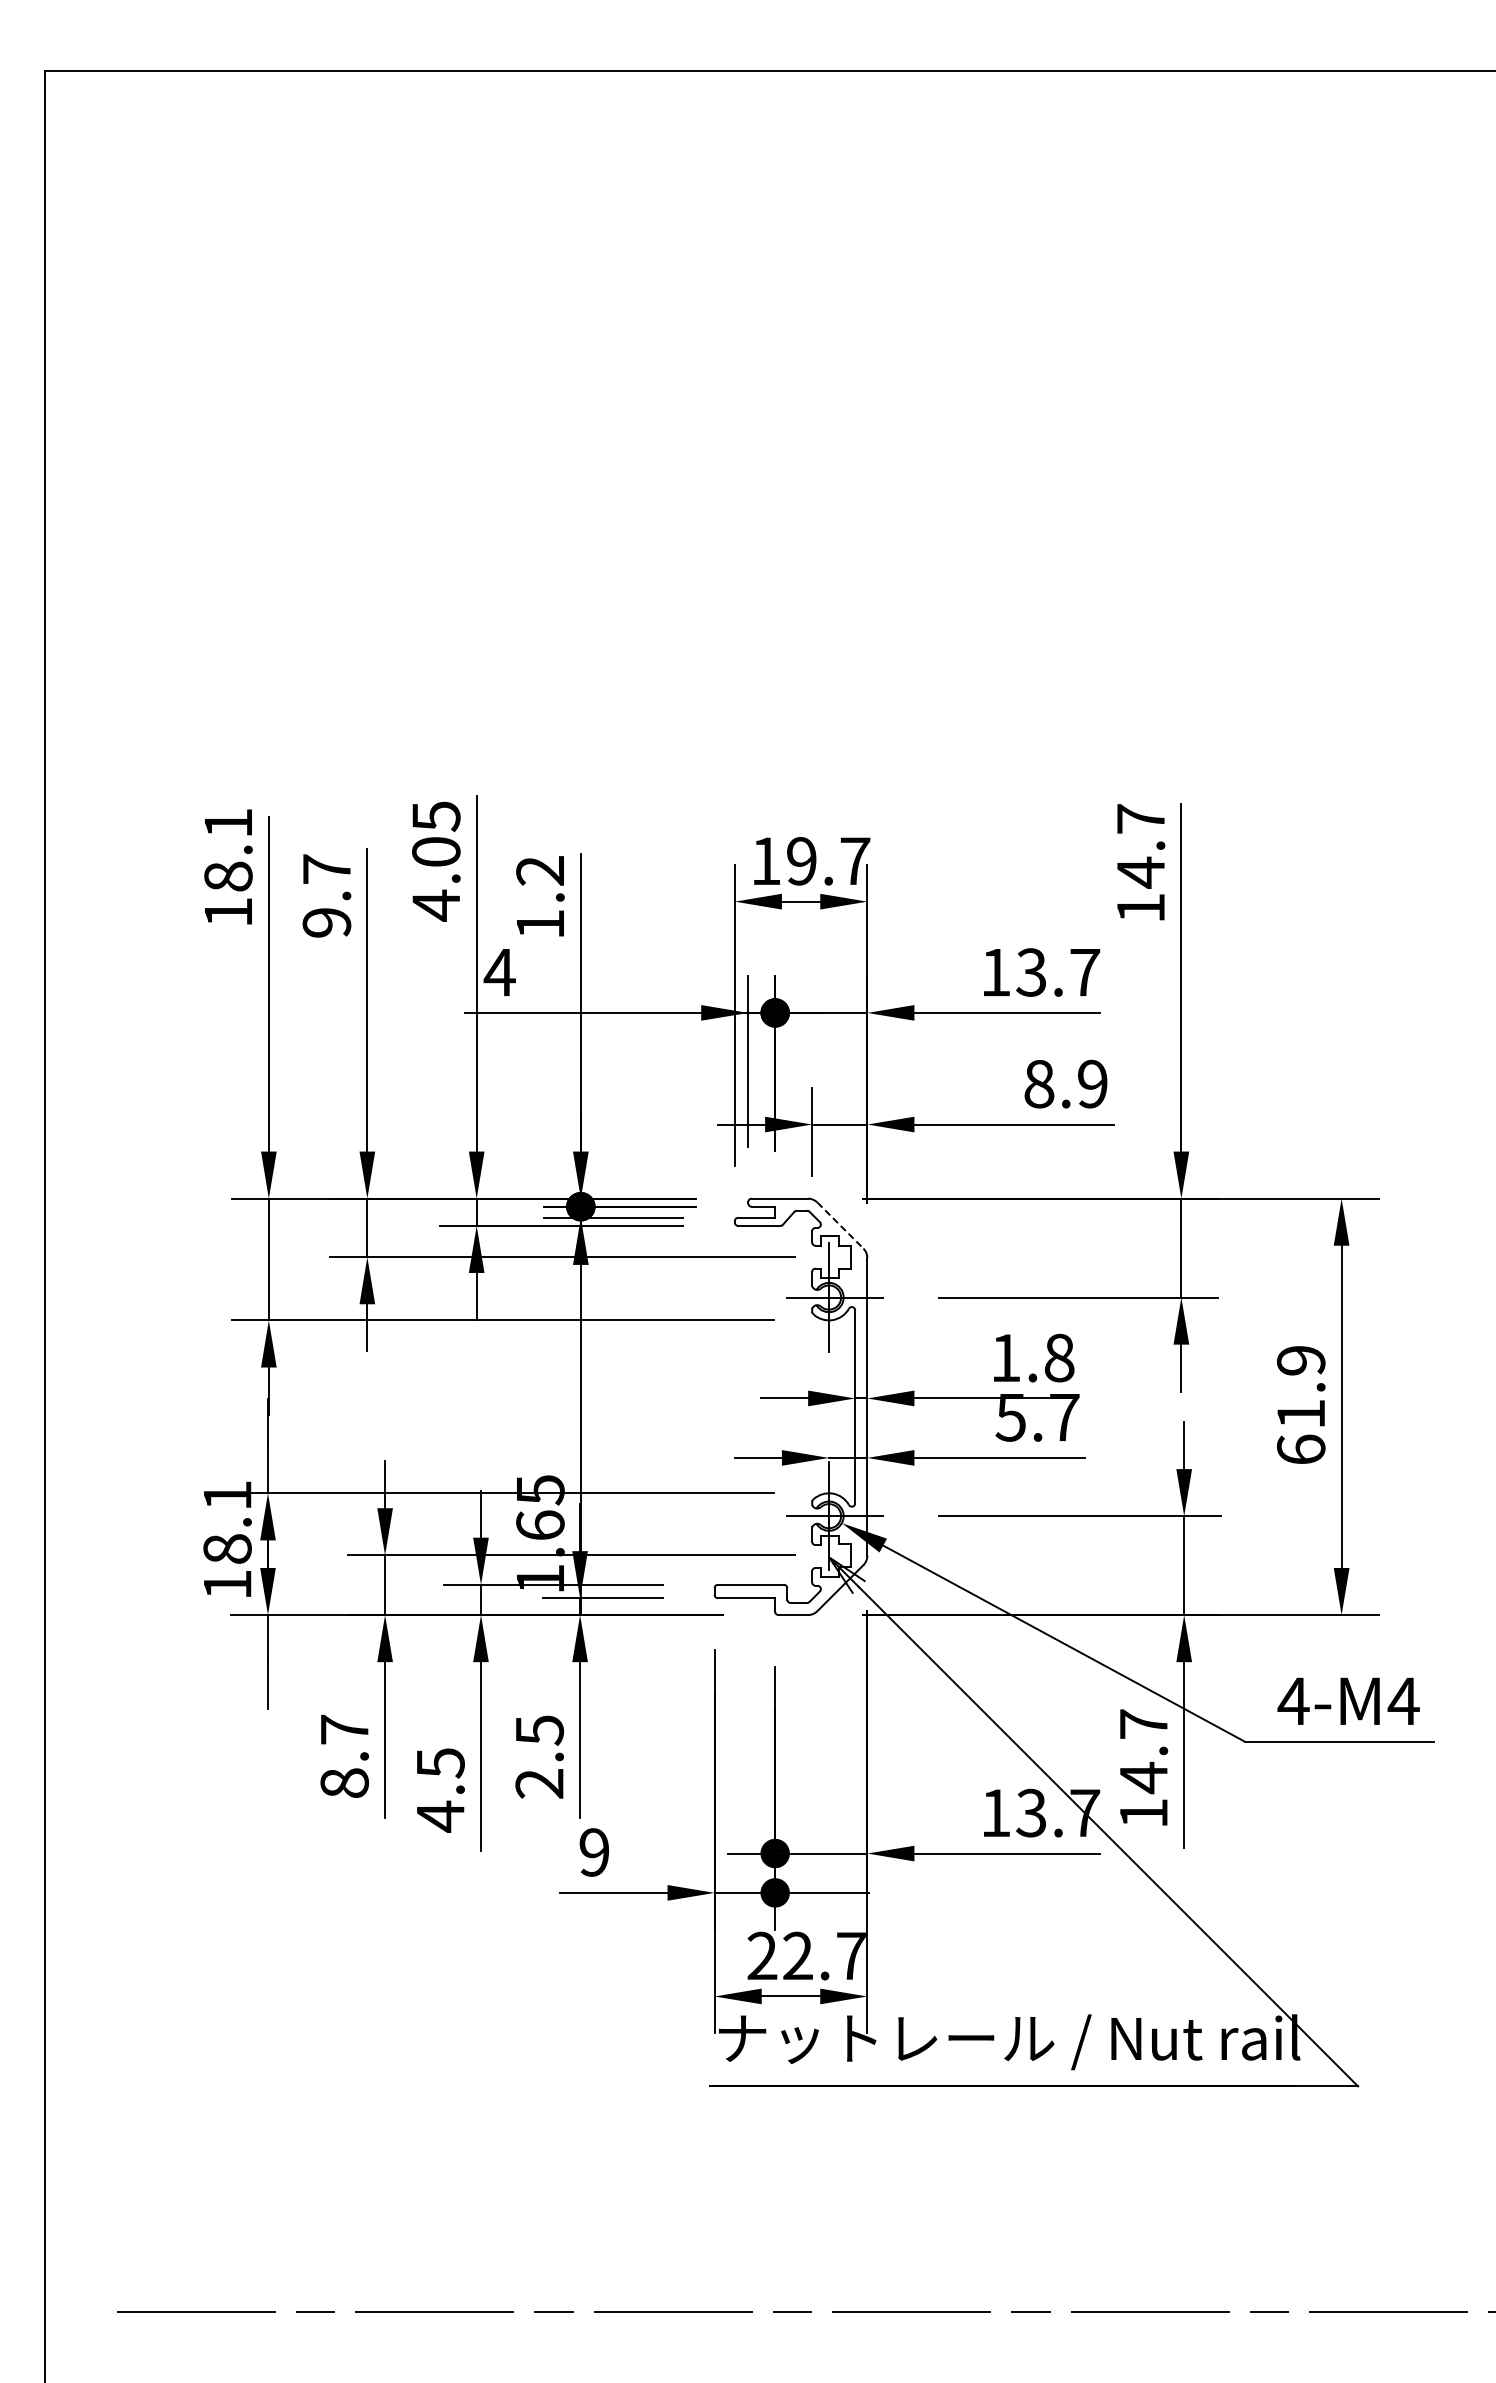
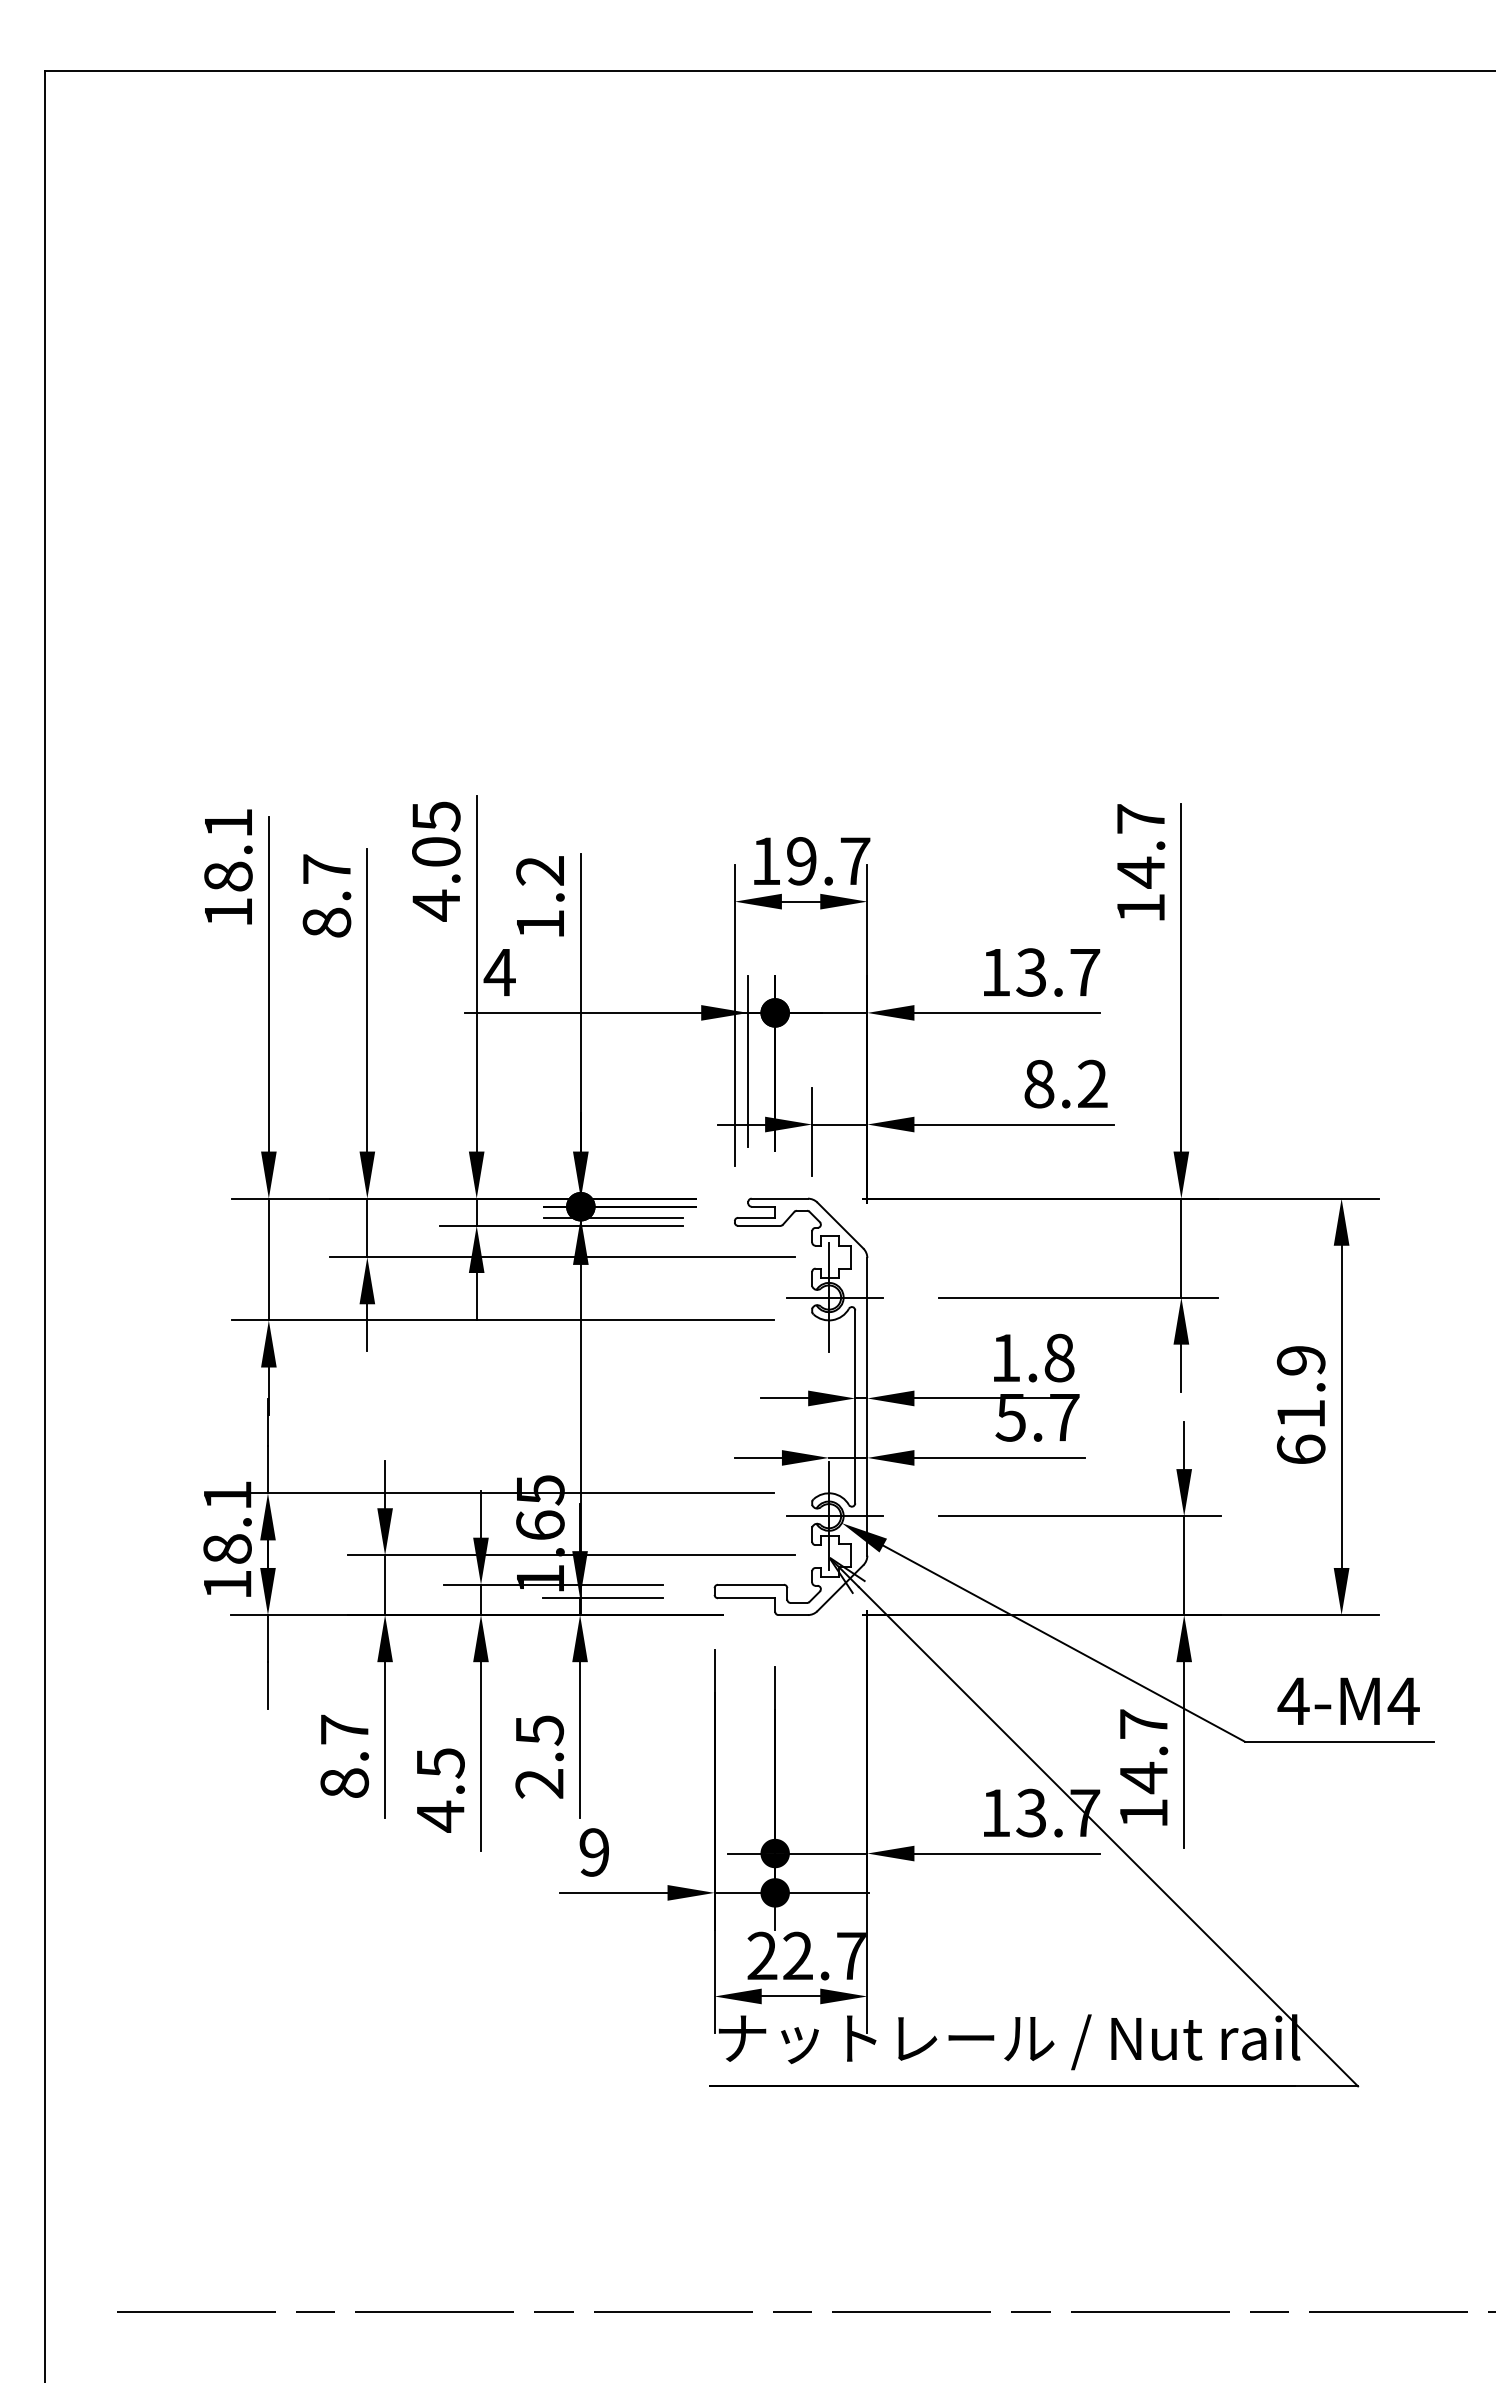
text at (326, 922): 9.7 -> 8.7
text at (1092, 1084): 8.9 -> 8.2
line at (840, 1225): dashed -> solid
